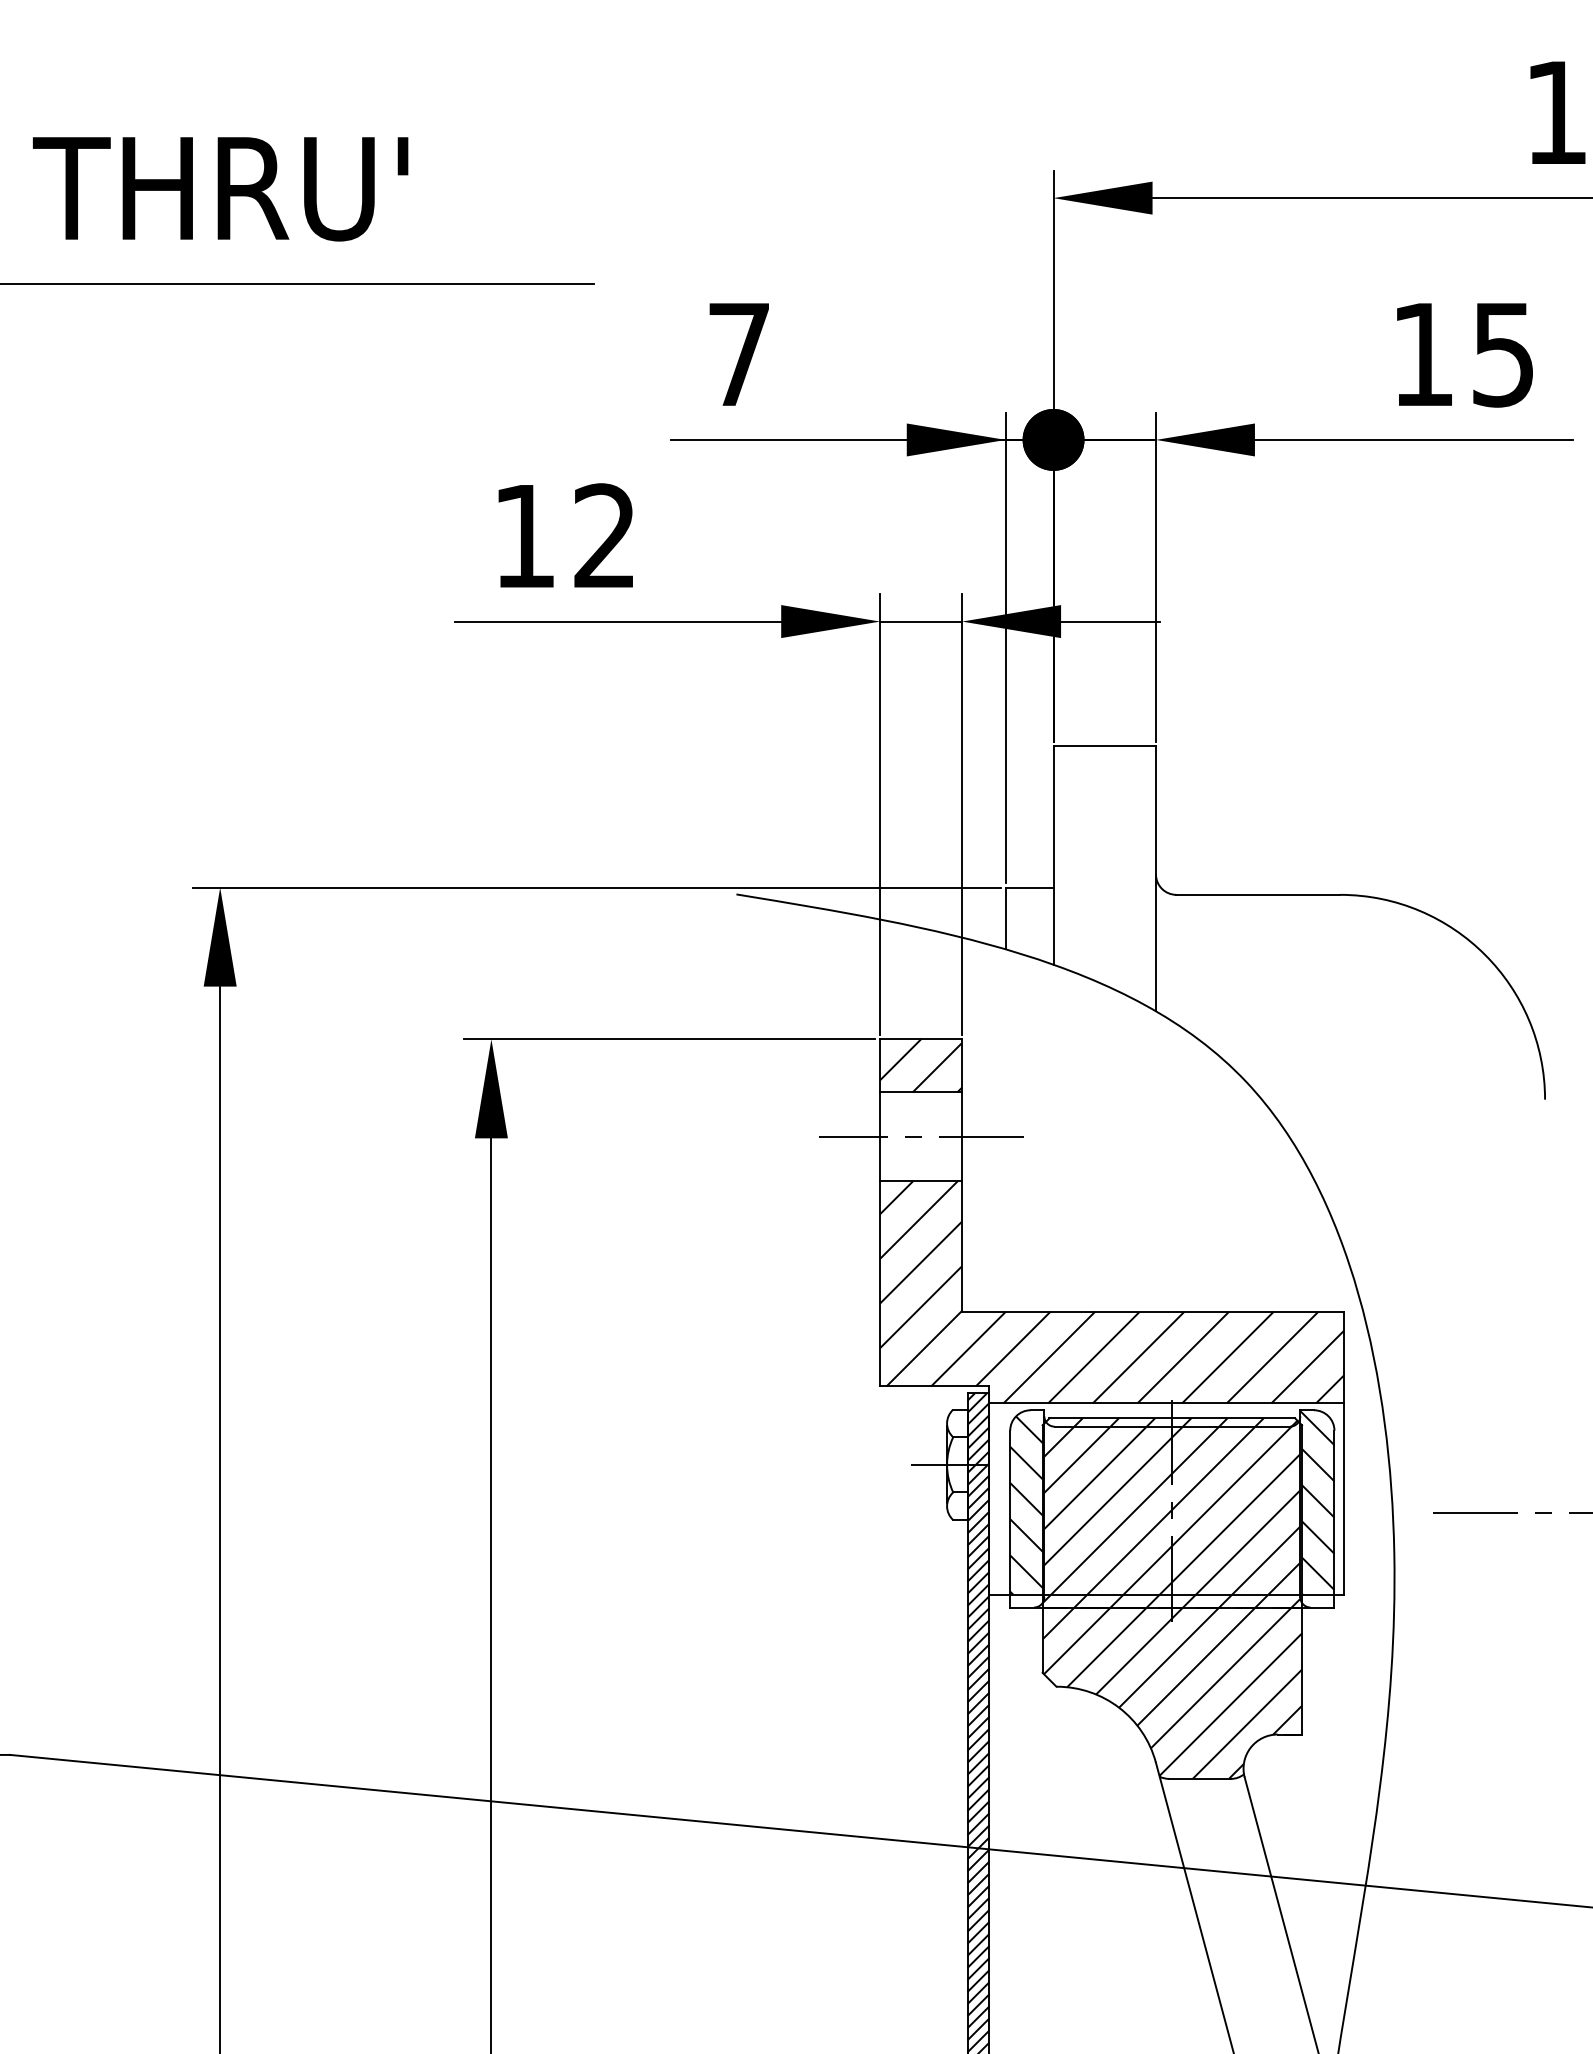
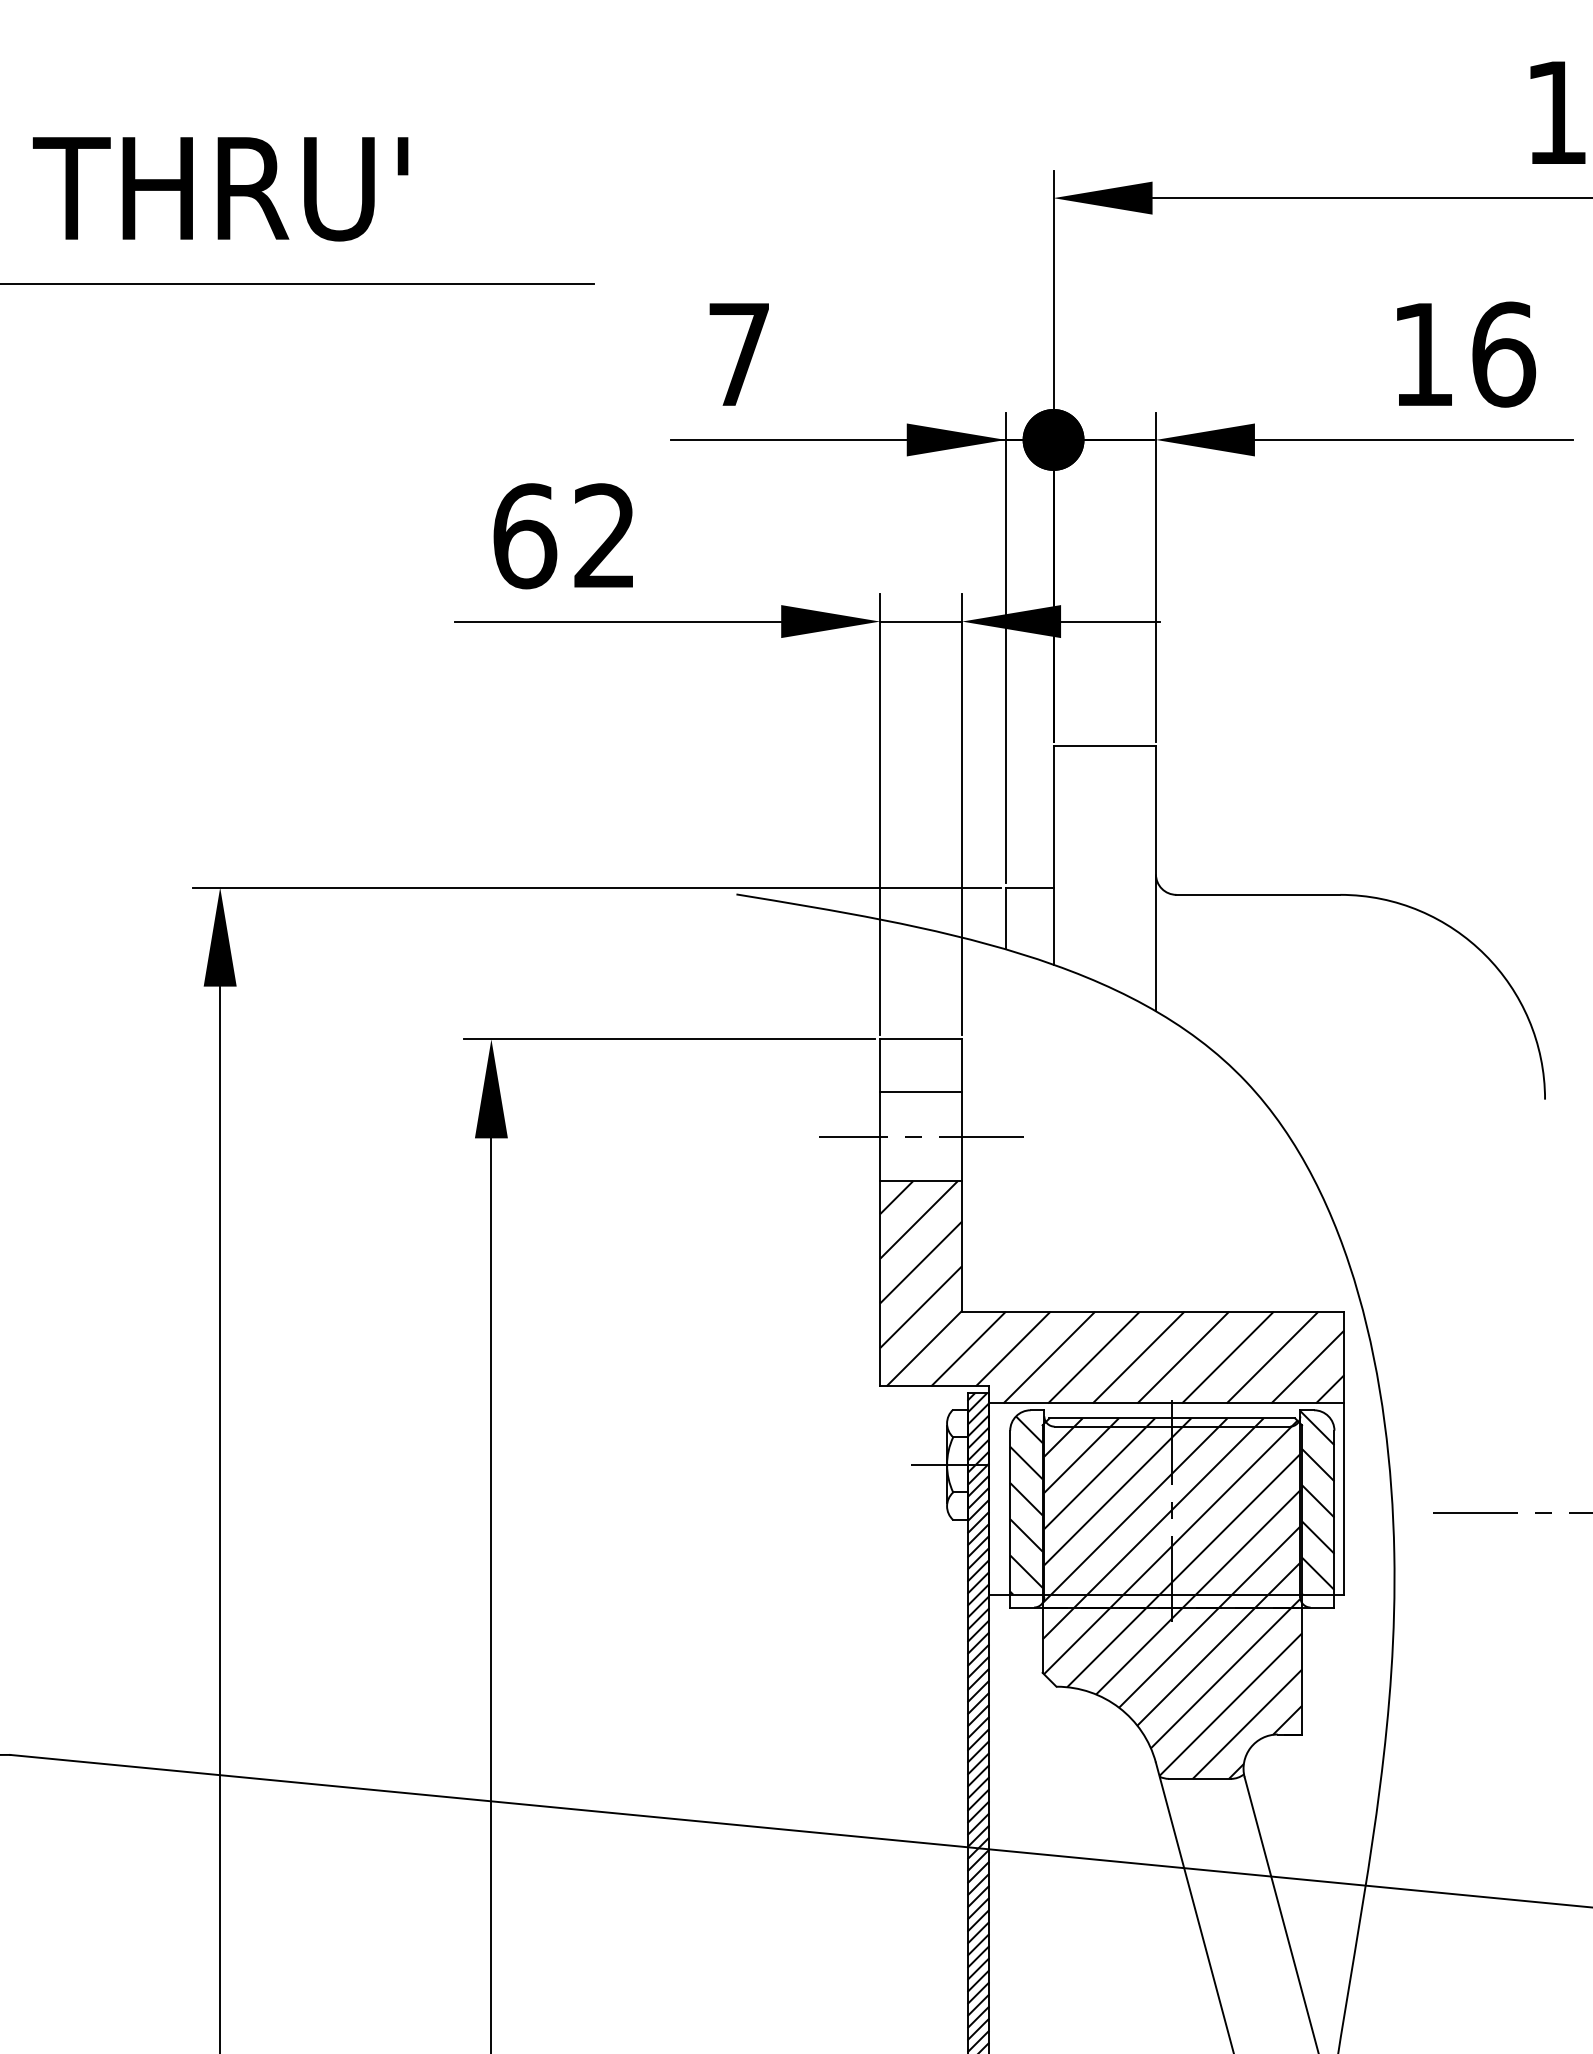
text at (1504, 354): 15 -> 16
text at (525, 536): 12 -> 62
hatch at (921, 1065): present -> none
